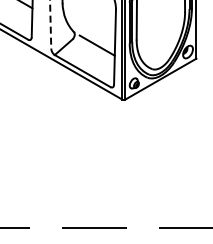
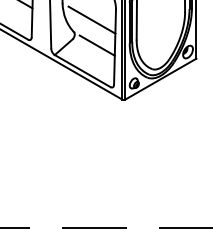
line at (91, 19): none -> present
line at (50, 24): dashed -> solid
